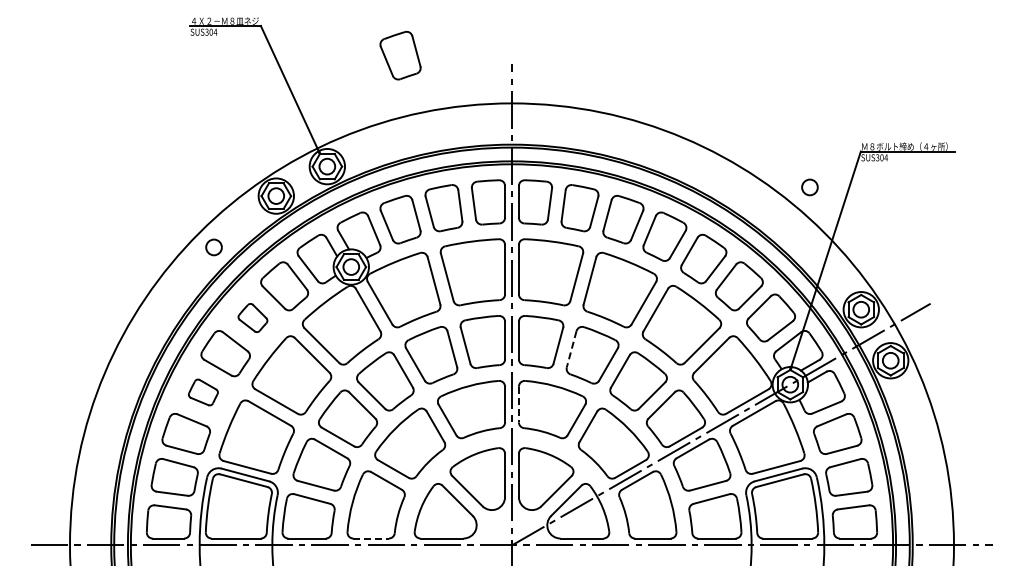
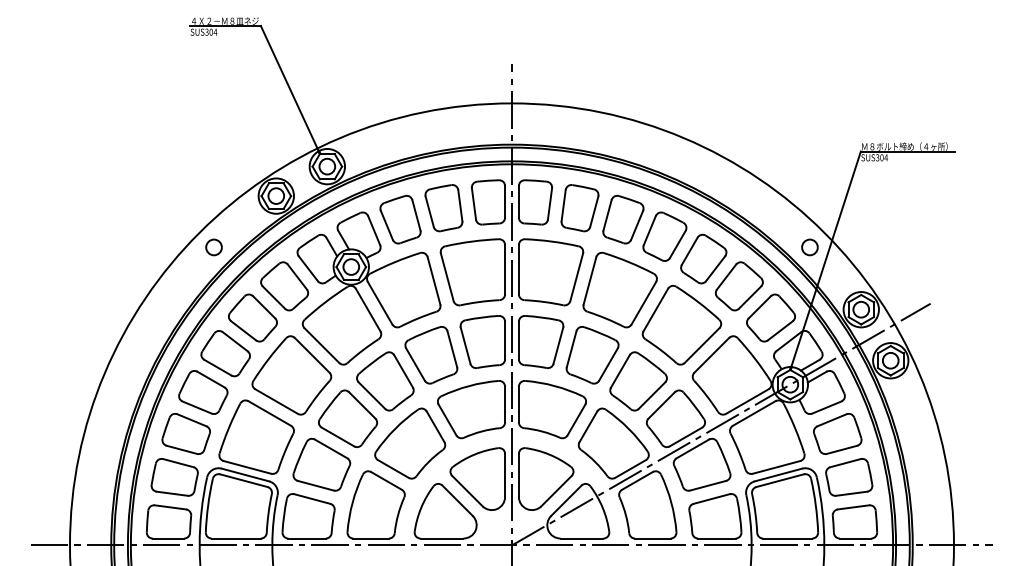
part at (400, 55): present -> none
circle at (809, 187) position: (809, 187) -> (809, 247)
part at (252, 317) size: 32x30 px -> 50x50 px
line at (571, 349): dashed -> solid
part at (203, 392) size: 31x29 px -> 51x45 px
line at (518, 404): dashed -> solid
line at (371, 538): dashed -> solid
